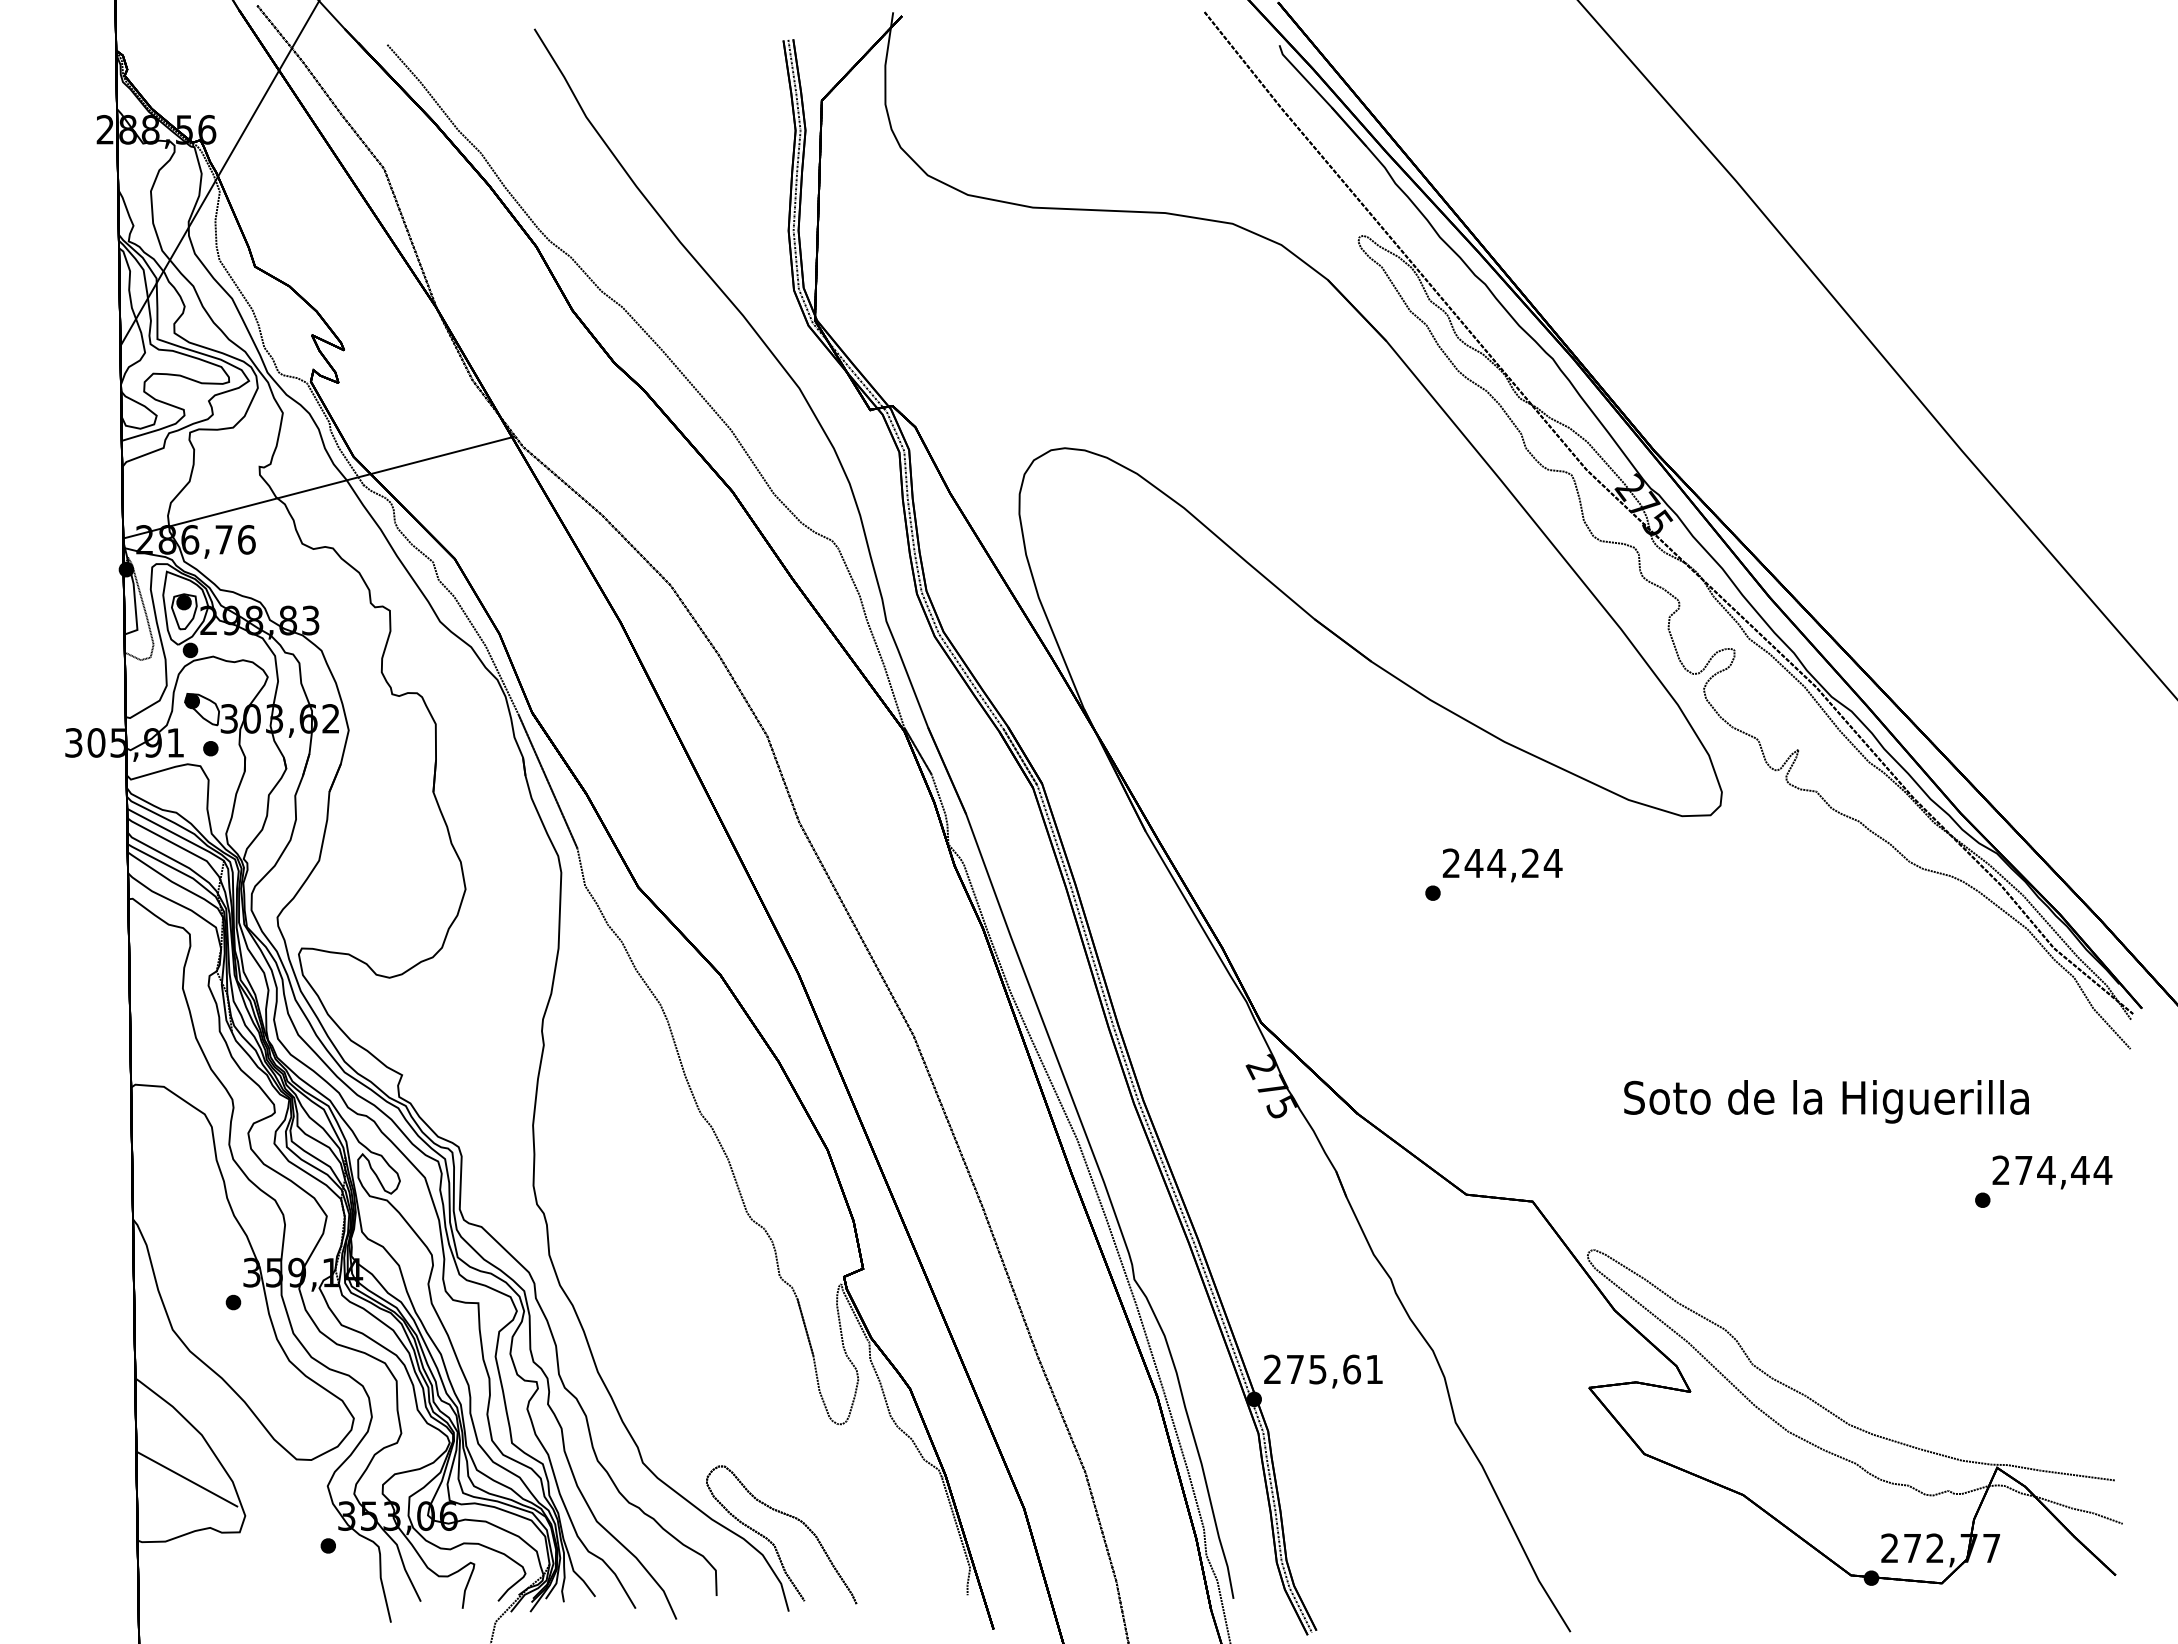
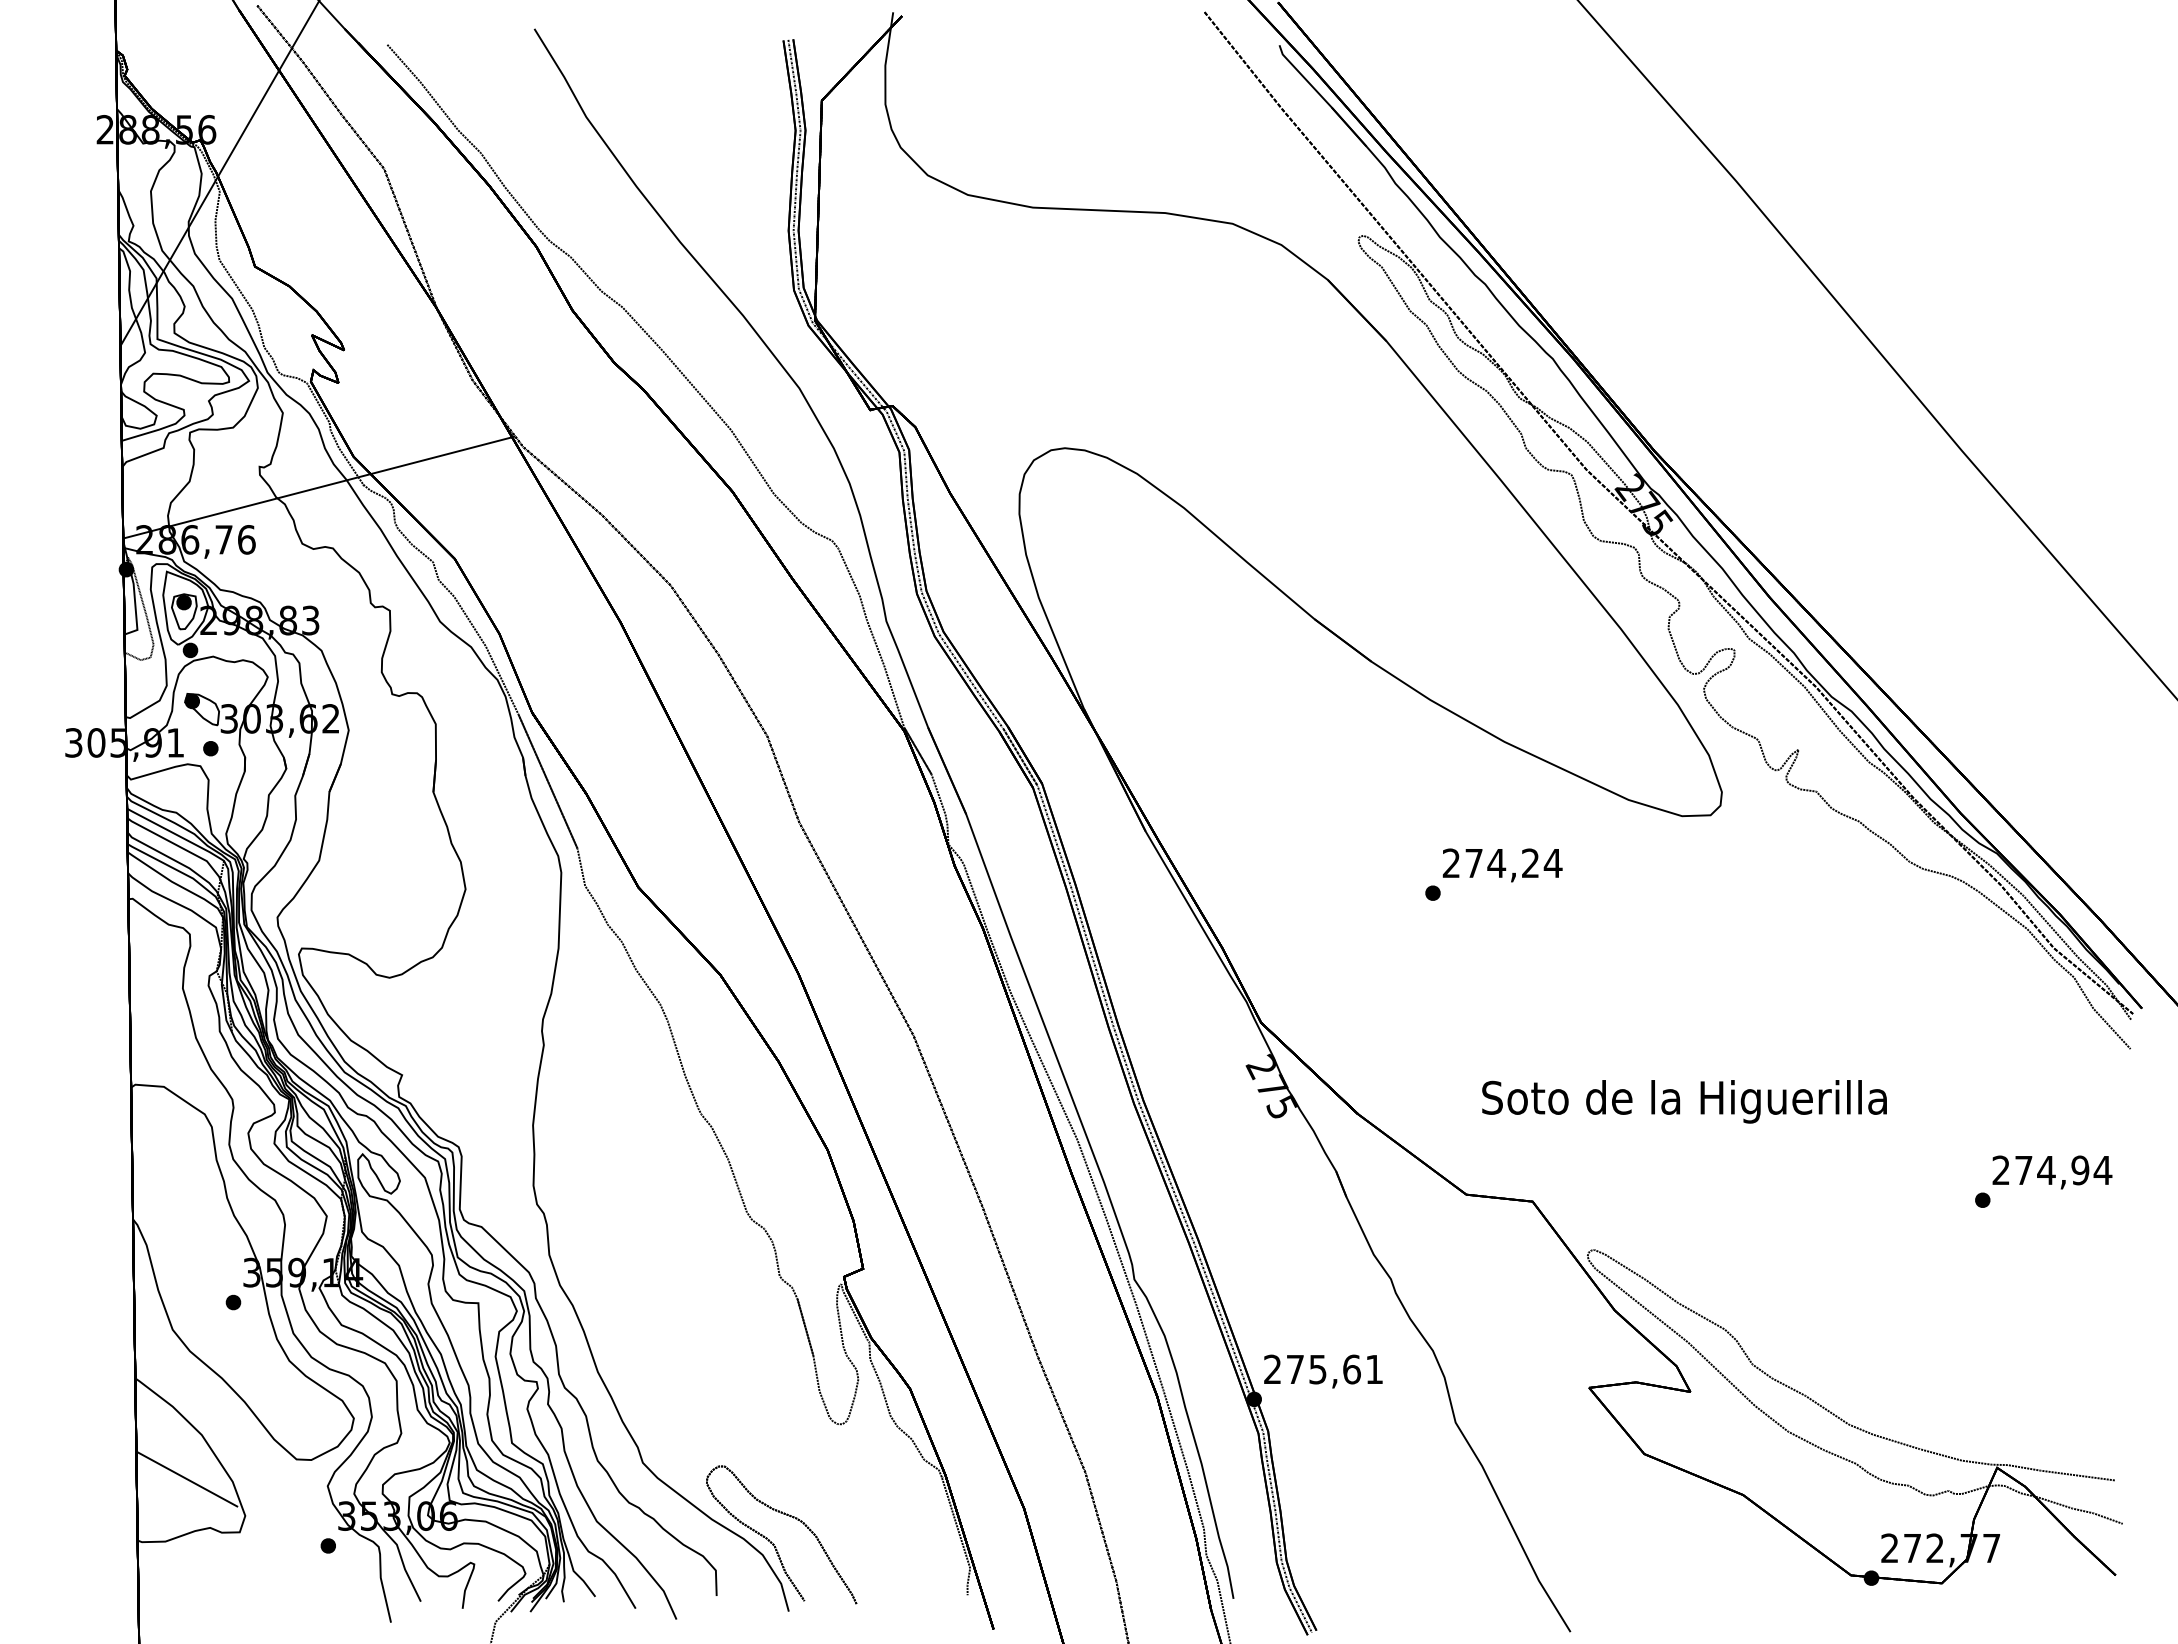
text at (1473, 863): 244,24 -> 274,24
text at (1826, 1101) position: (1826, 1101) -> (1684, 1101)
text at (2080, 1170): 274,44 -> 274,94
